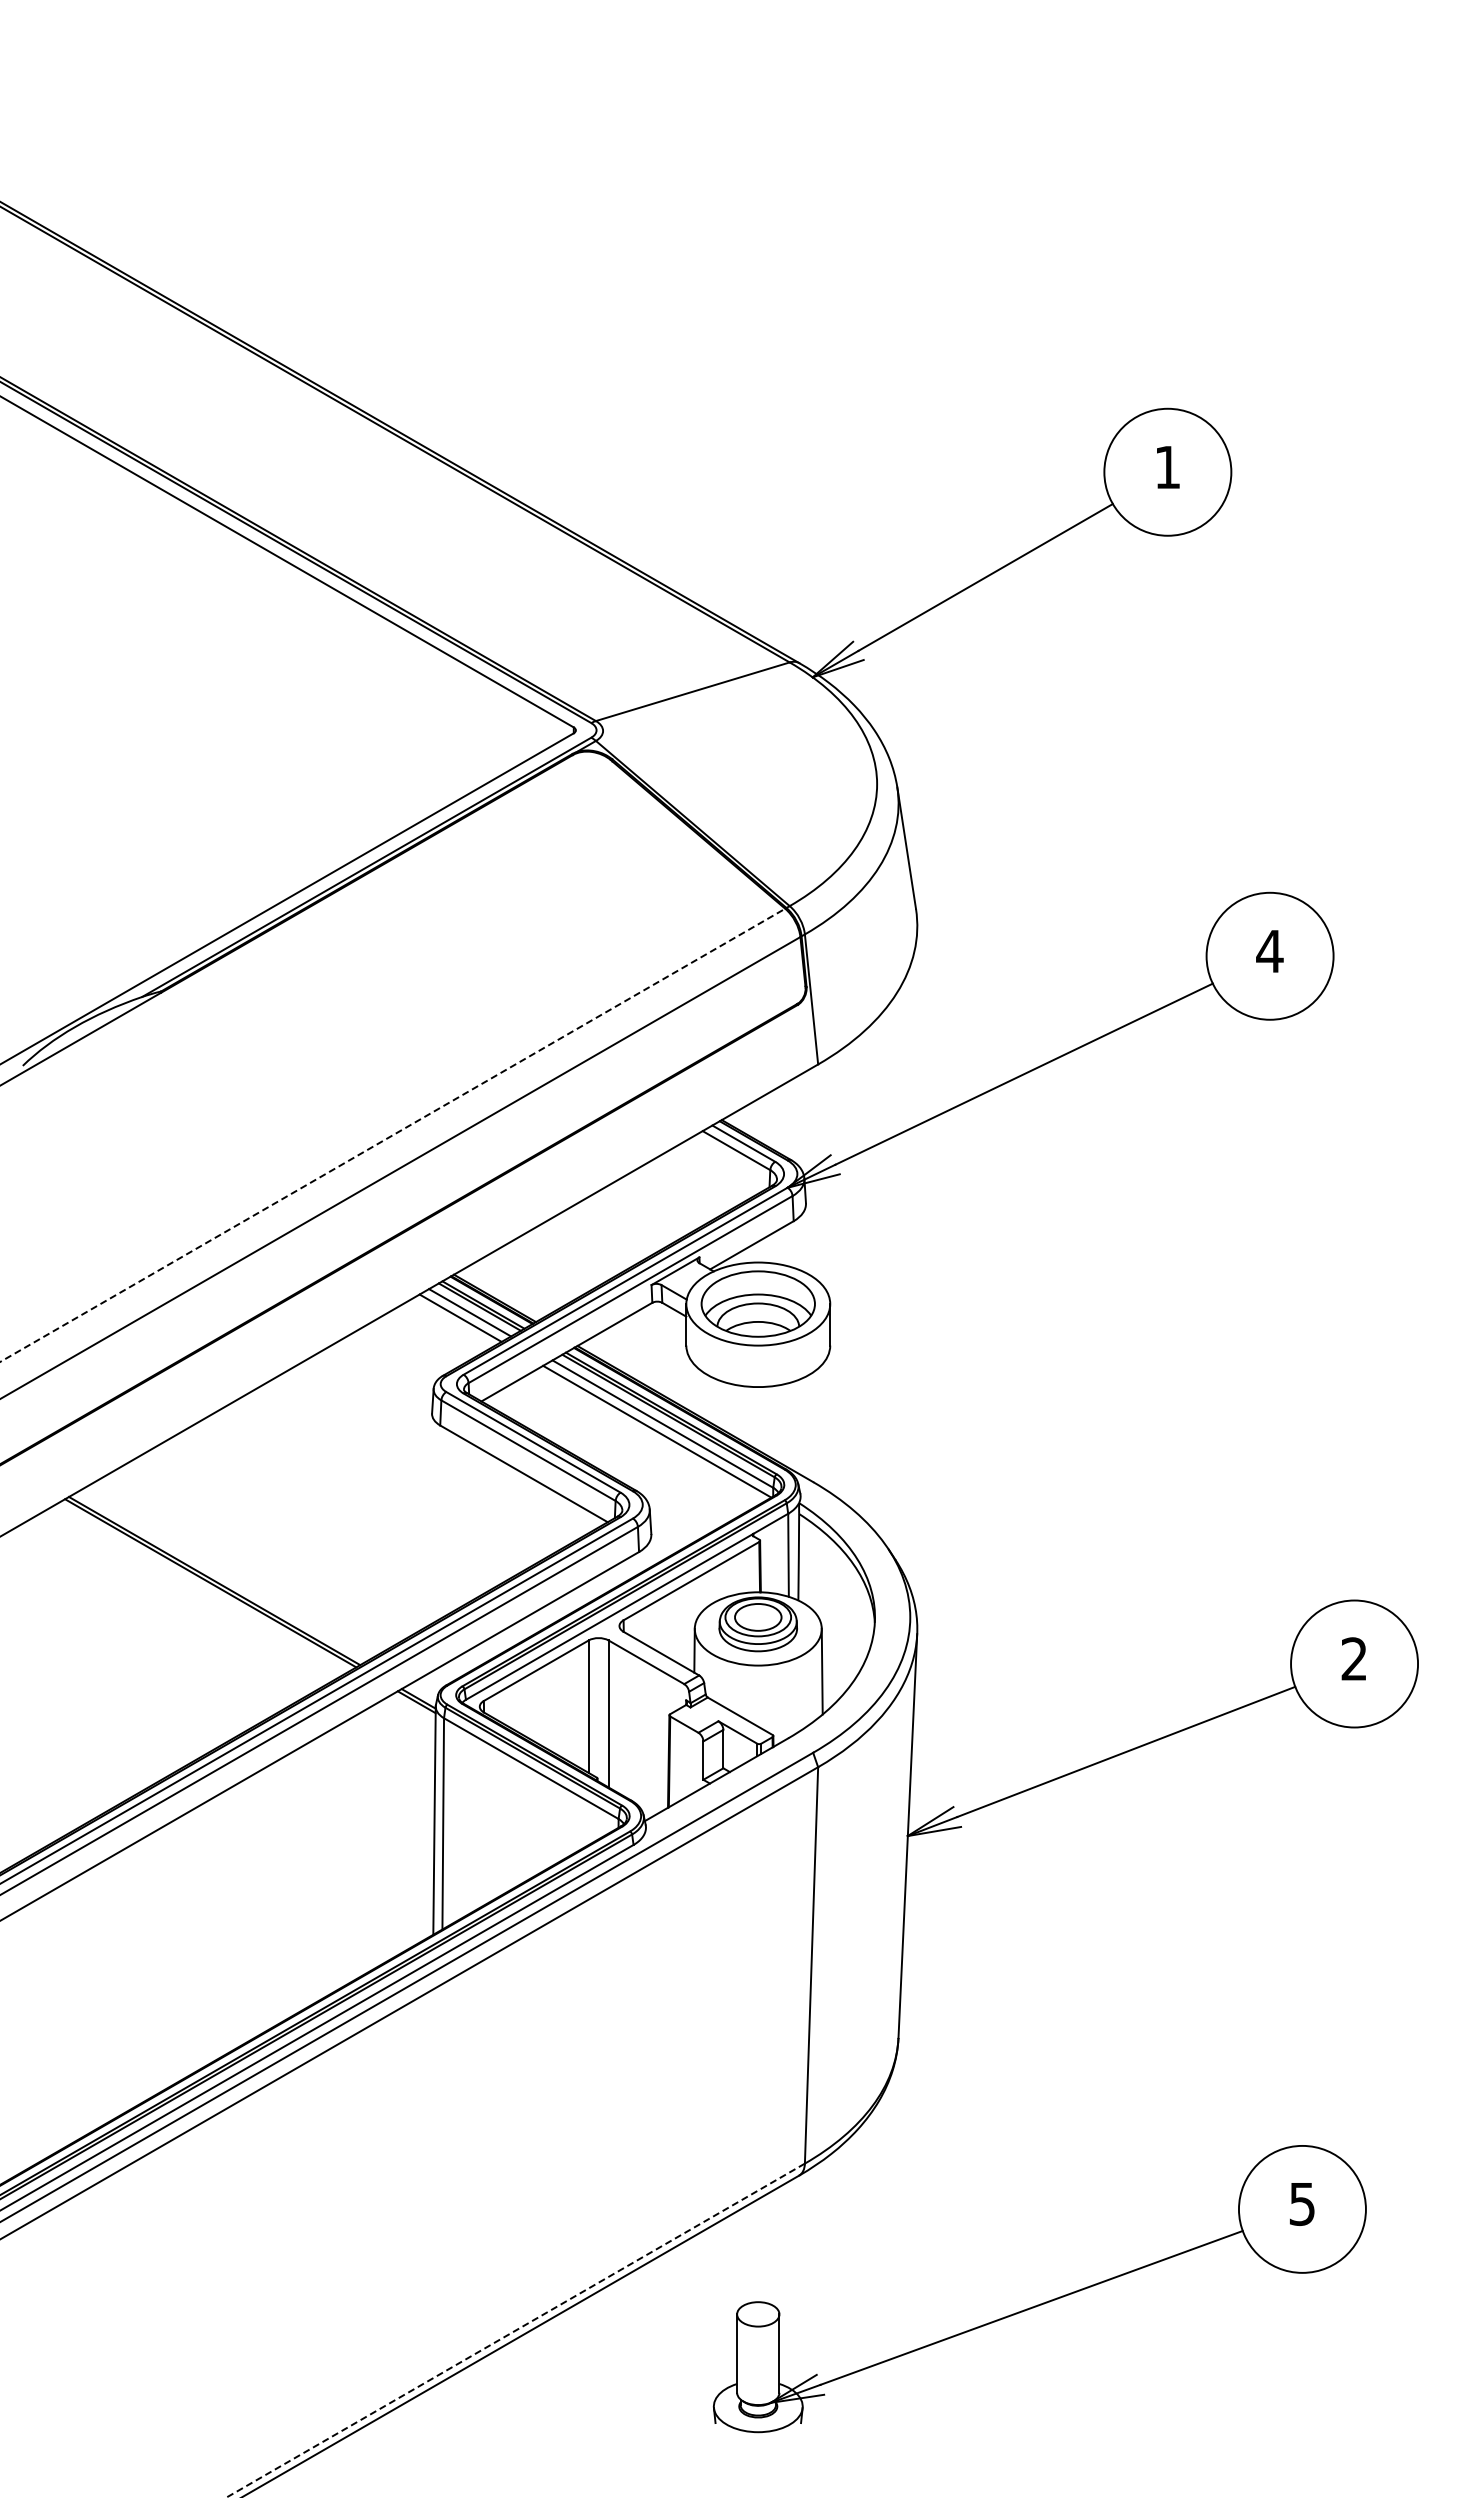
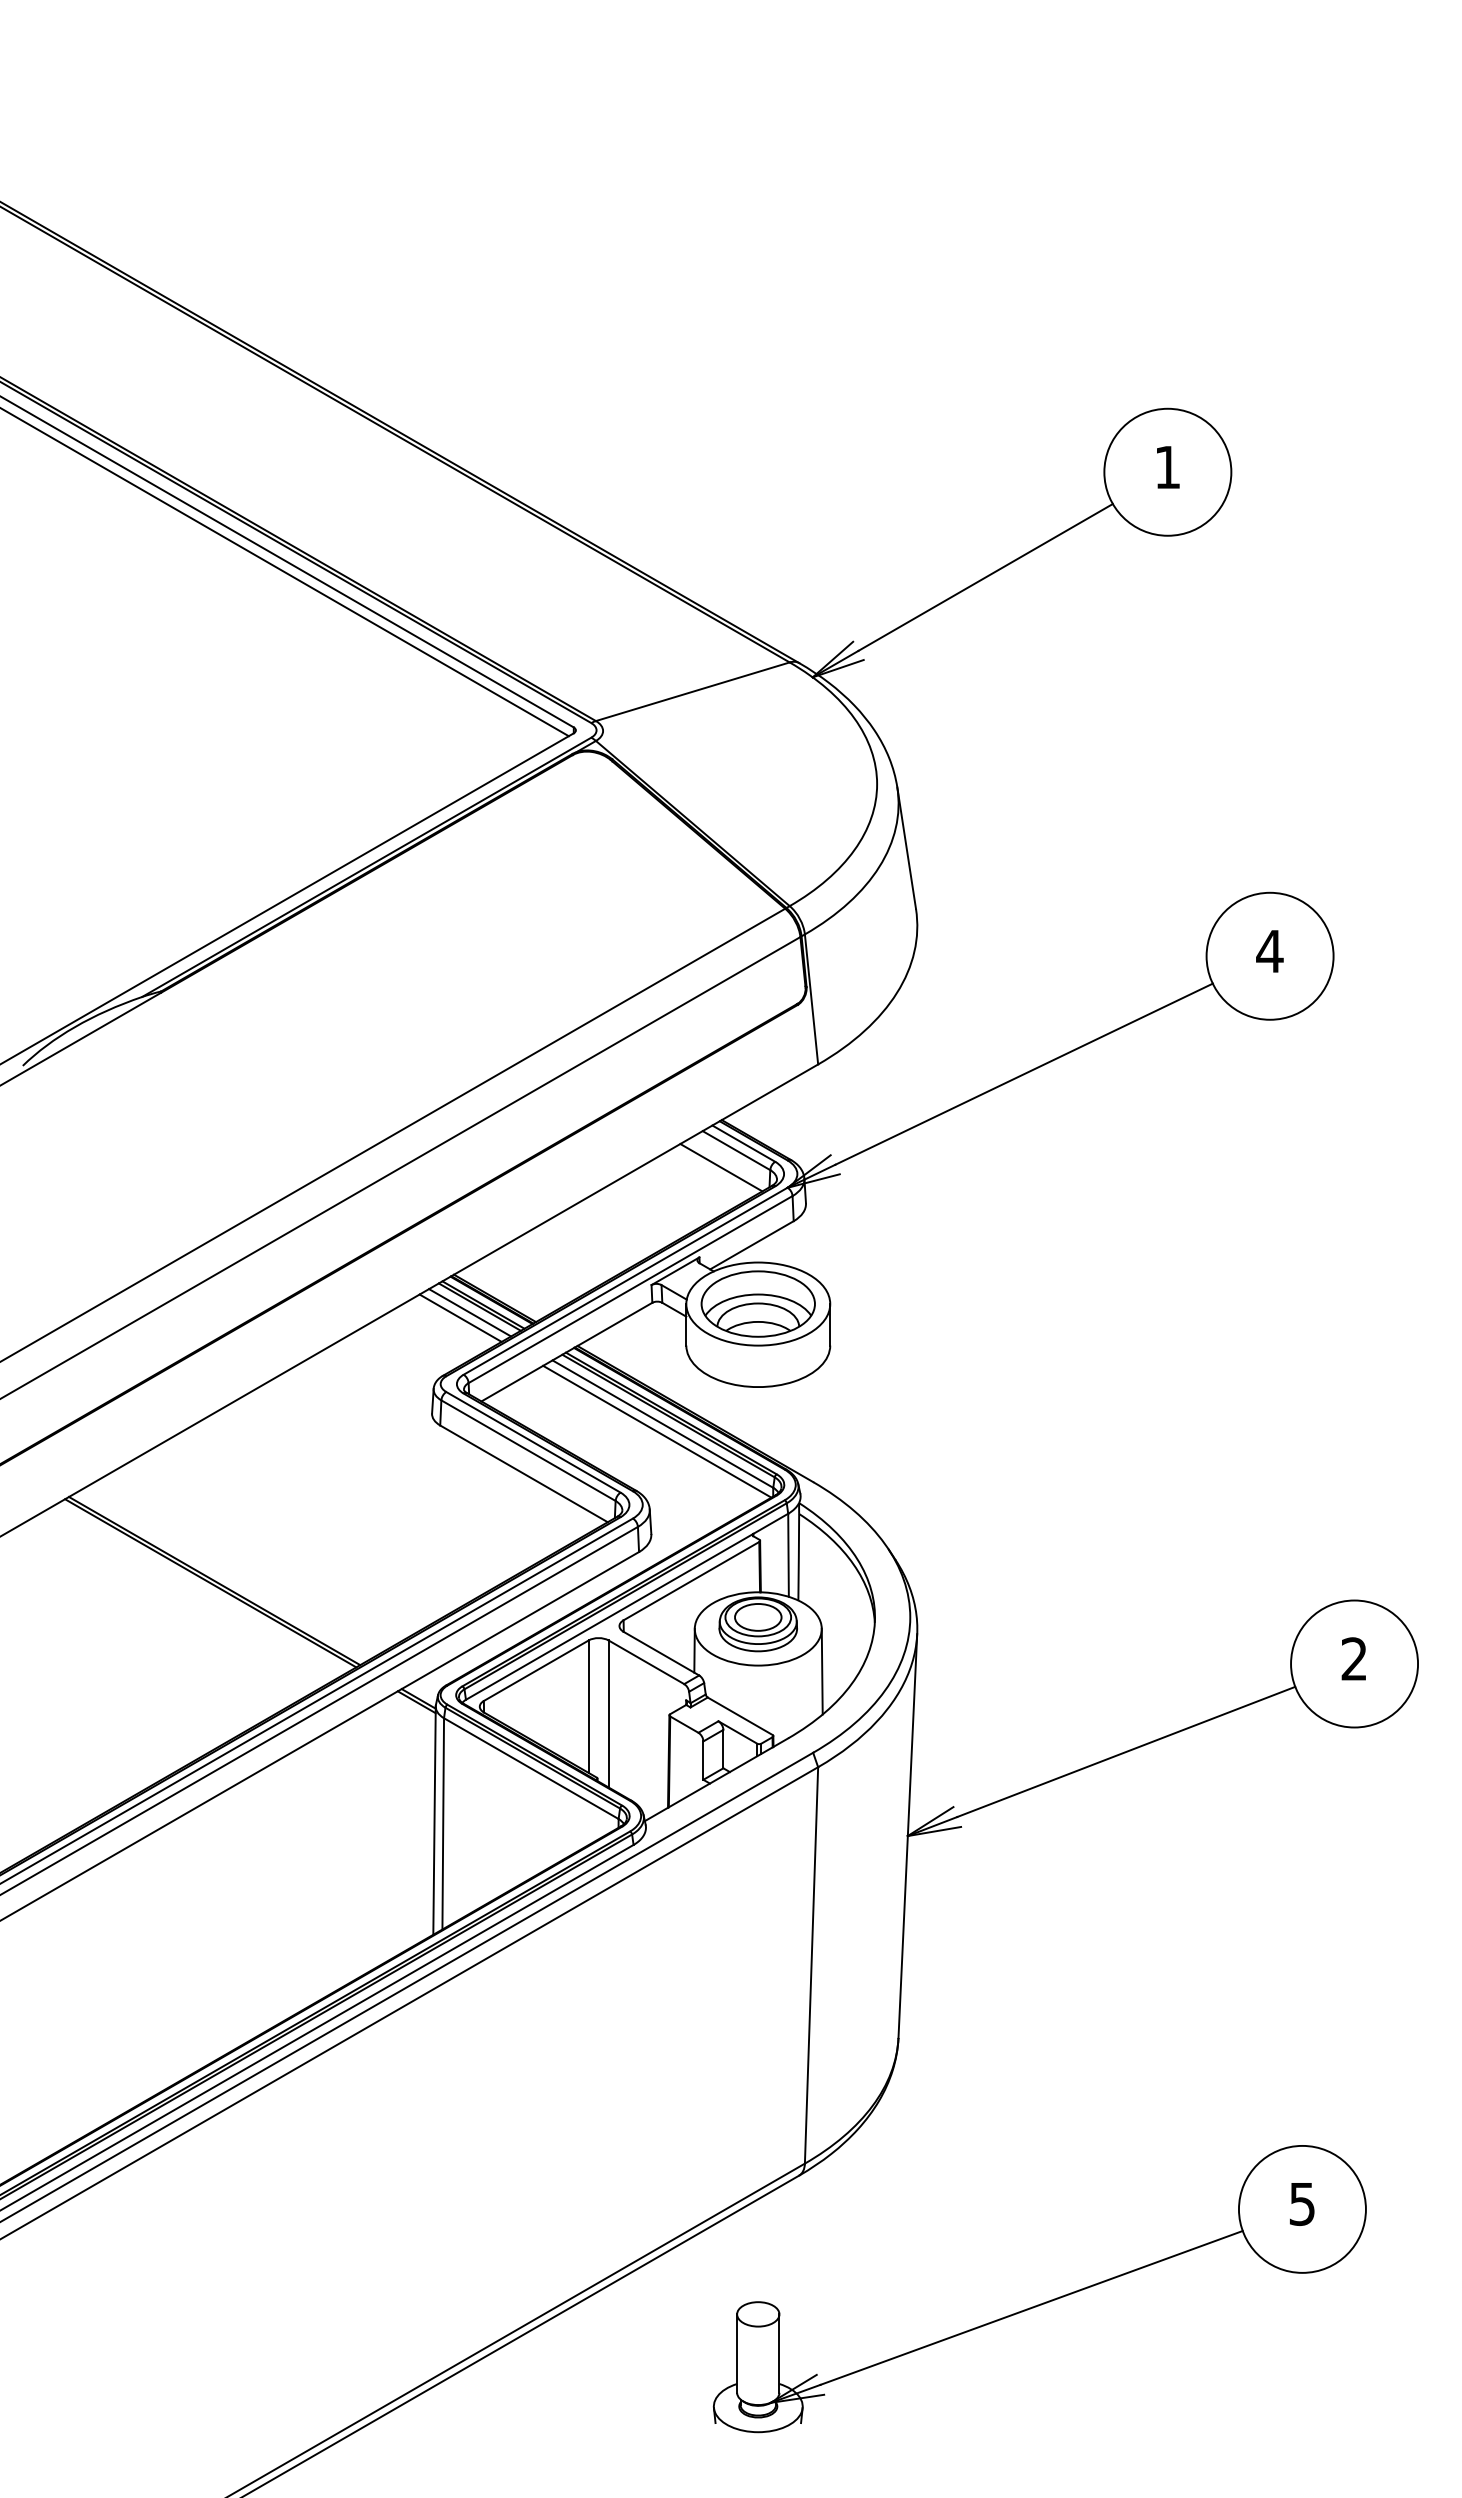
line at (285, 572): none -> present
line at (393, 1135): dashed -> solid
line at (721, 1167): none -> present
line at (515, 2330): dashed -> solid
